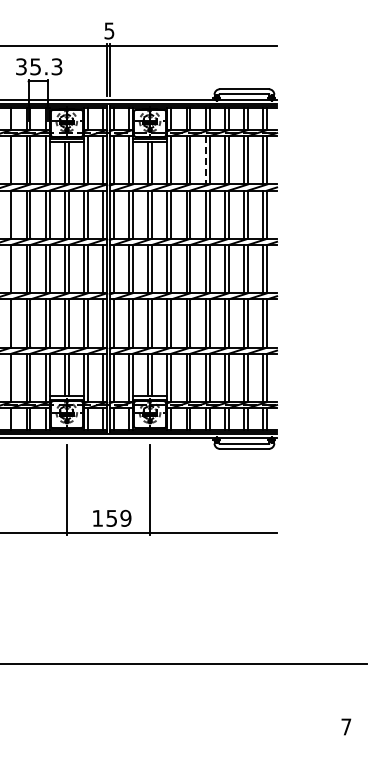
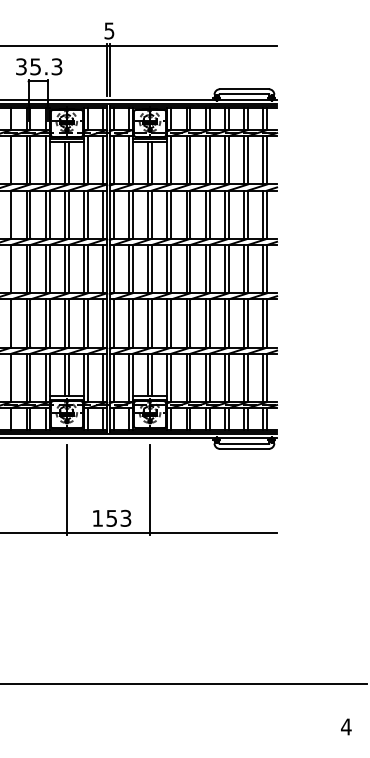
line at (205, 160): dashed -> solid
text at (125, 518): 159 -> 153
line at (184, 663) position: (184, 663) -> (184, 683)
text at (346, 726): 7 -> 4
